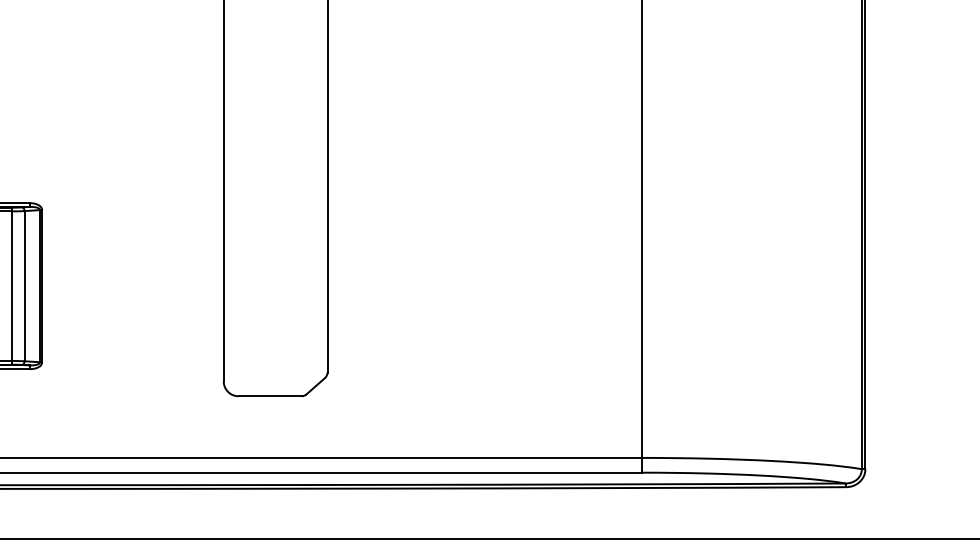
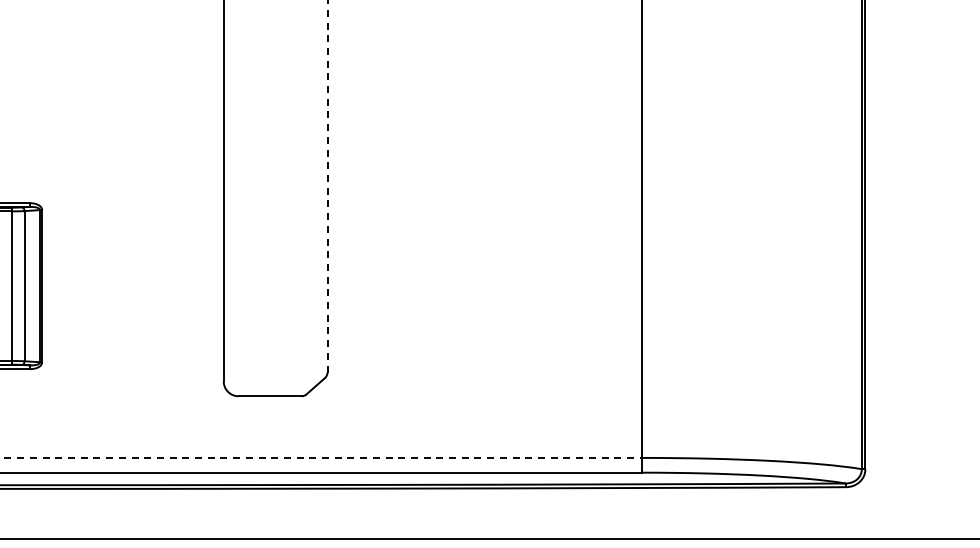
line at (327, 186): solid -> dashed
line at (321, 457): solid -> dashed
